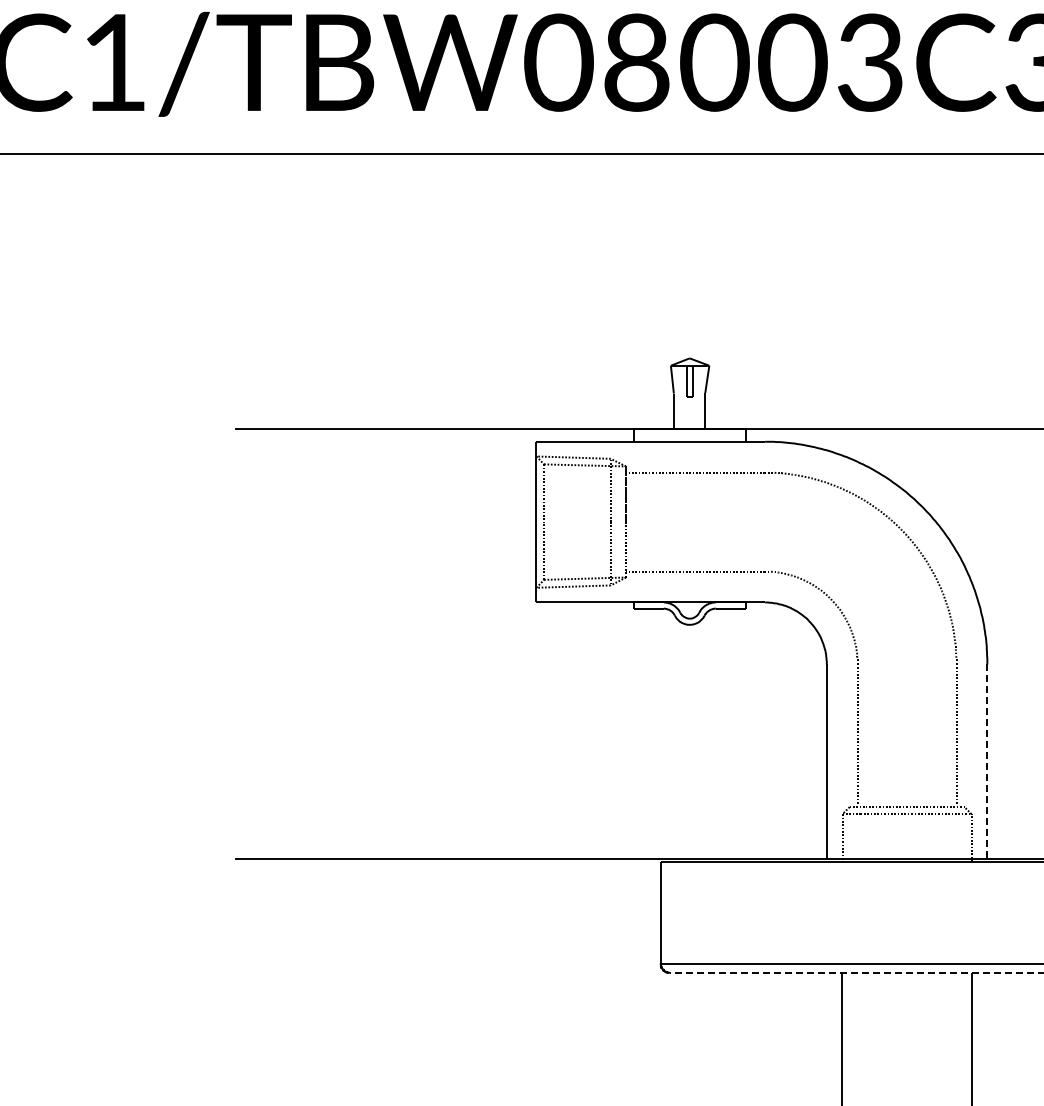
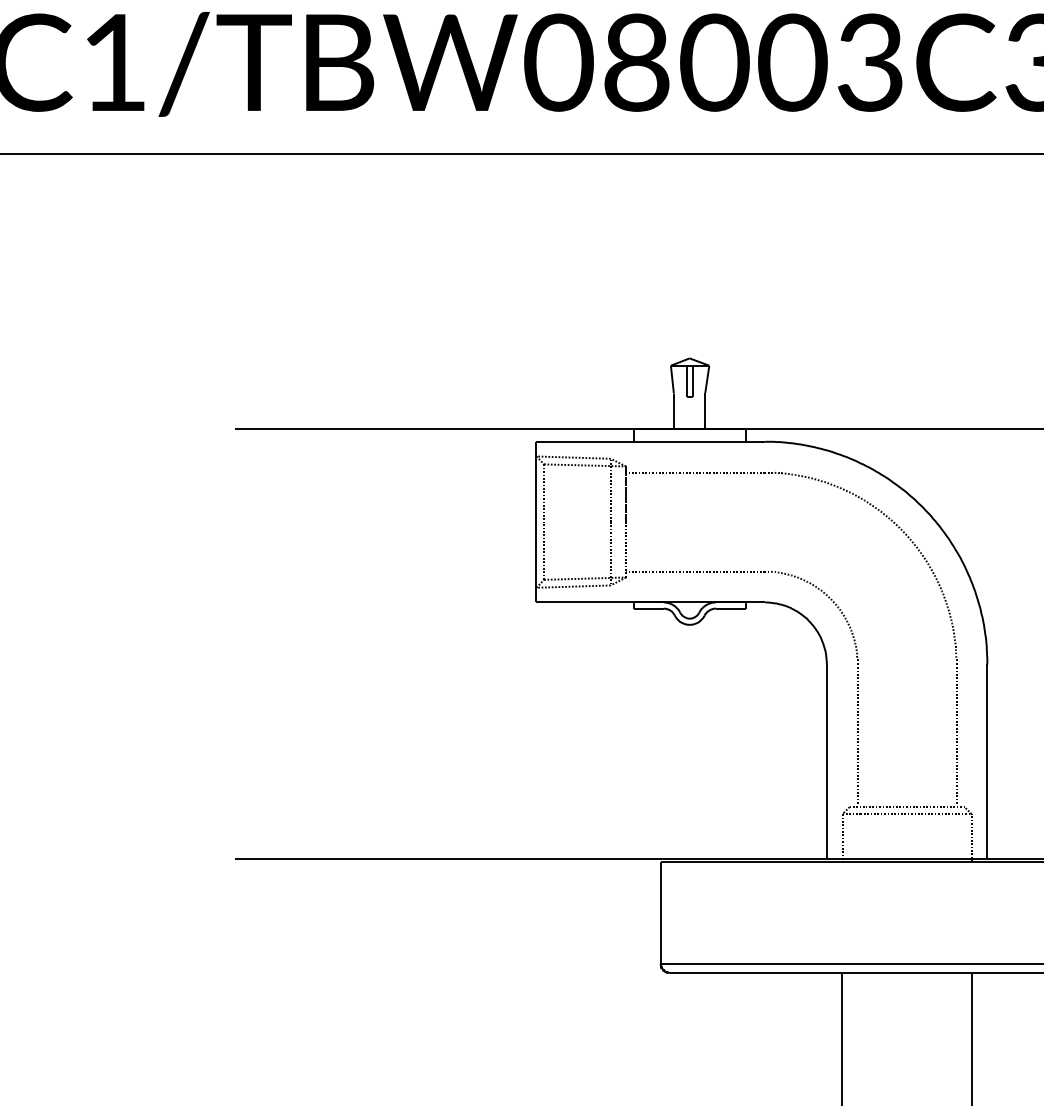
line at (987, 762): dashed -> solid
line at (856, 972): dashed -> solid
